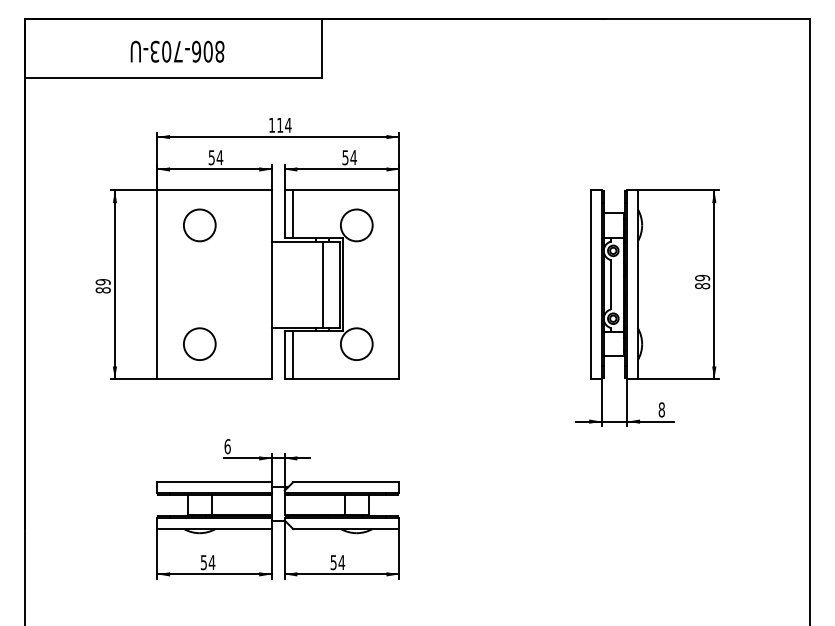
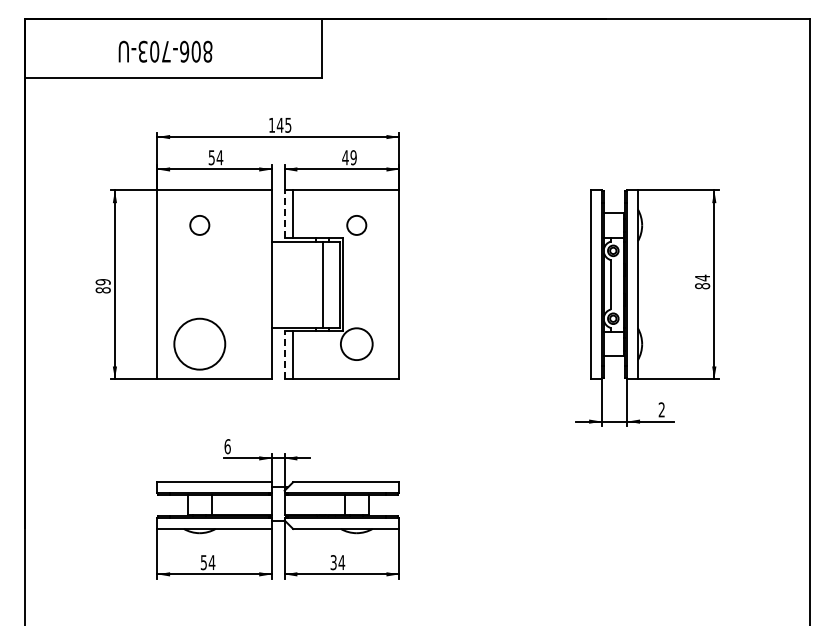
text at (177, 51) position: (177, 51) -> (165, 51)
text at (283, 125): 114 -> 145
text at (349, 157): 54 -> 49
line at (284, 214): solid -> dashed
circle at (199, 225) diameter: 32 px -> 19 px
circle at (356, 225) diameter: 32 px -> 19 px
text at (702, 277): 89 -> 84
circle at (199, 344) diameter: 32 px -> 51 px
line at (284, 355): solid -> dashed
text at (661, 409): 8 -> 2
text at (333, 562): 54 -> 34
